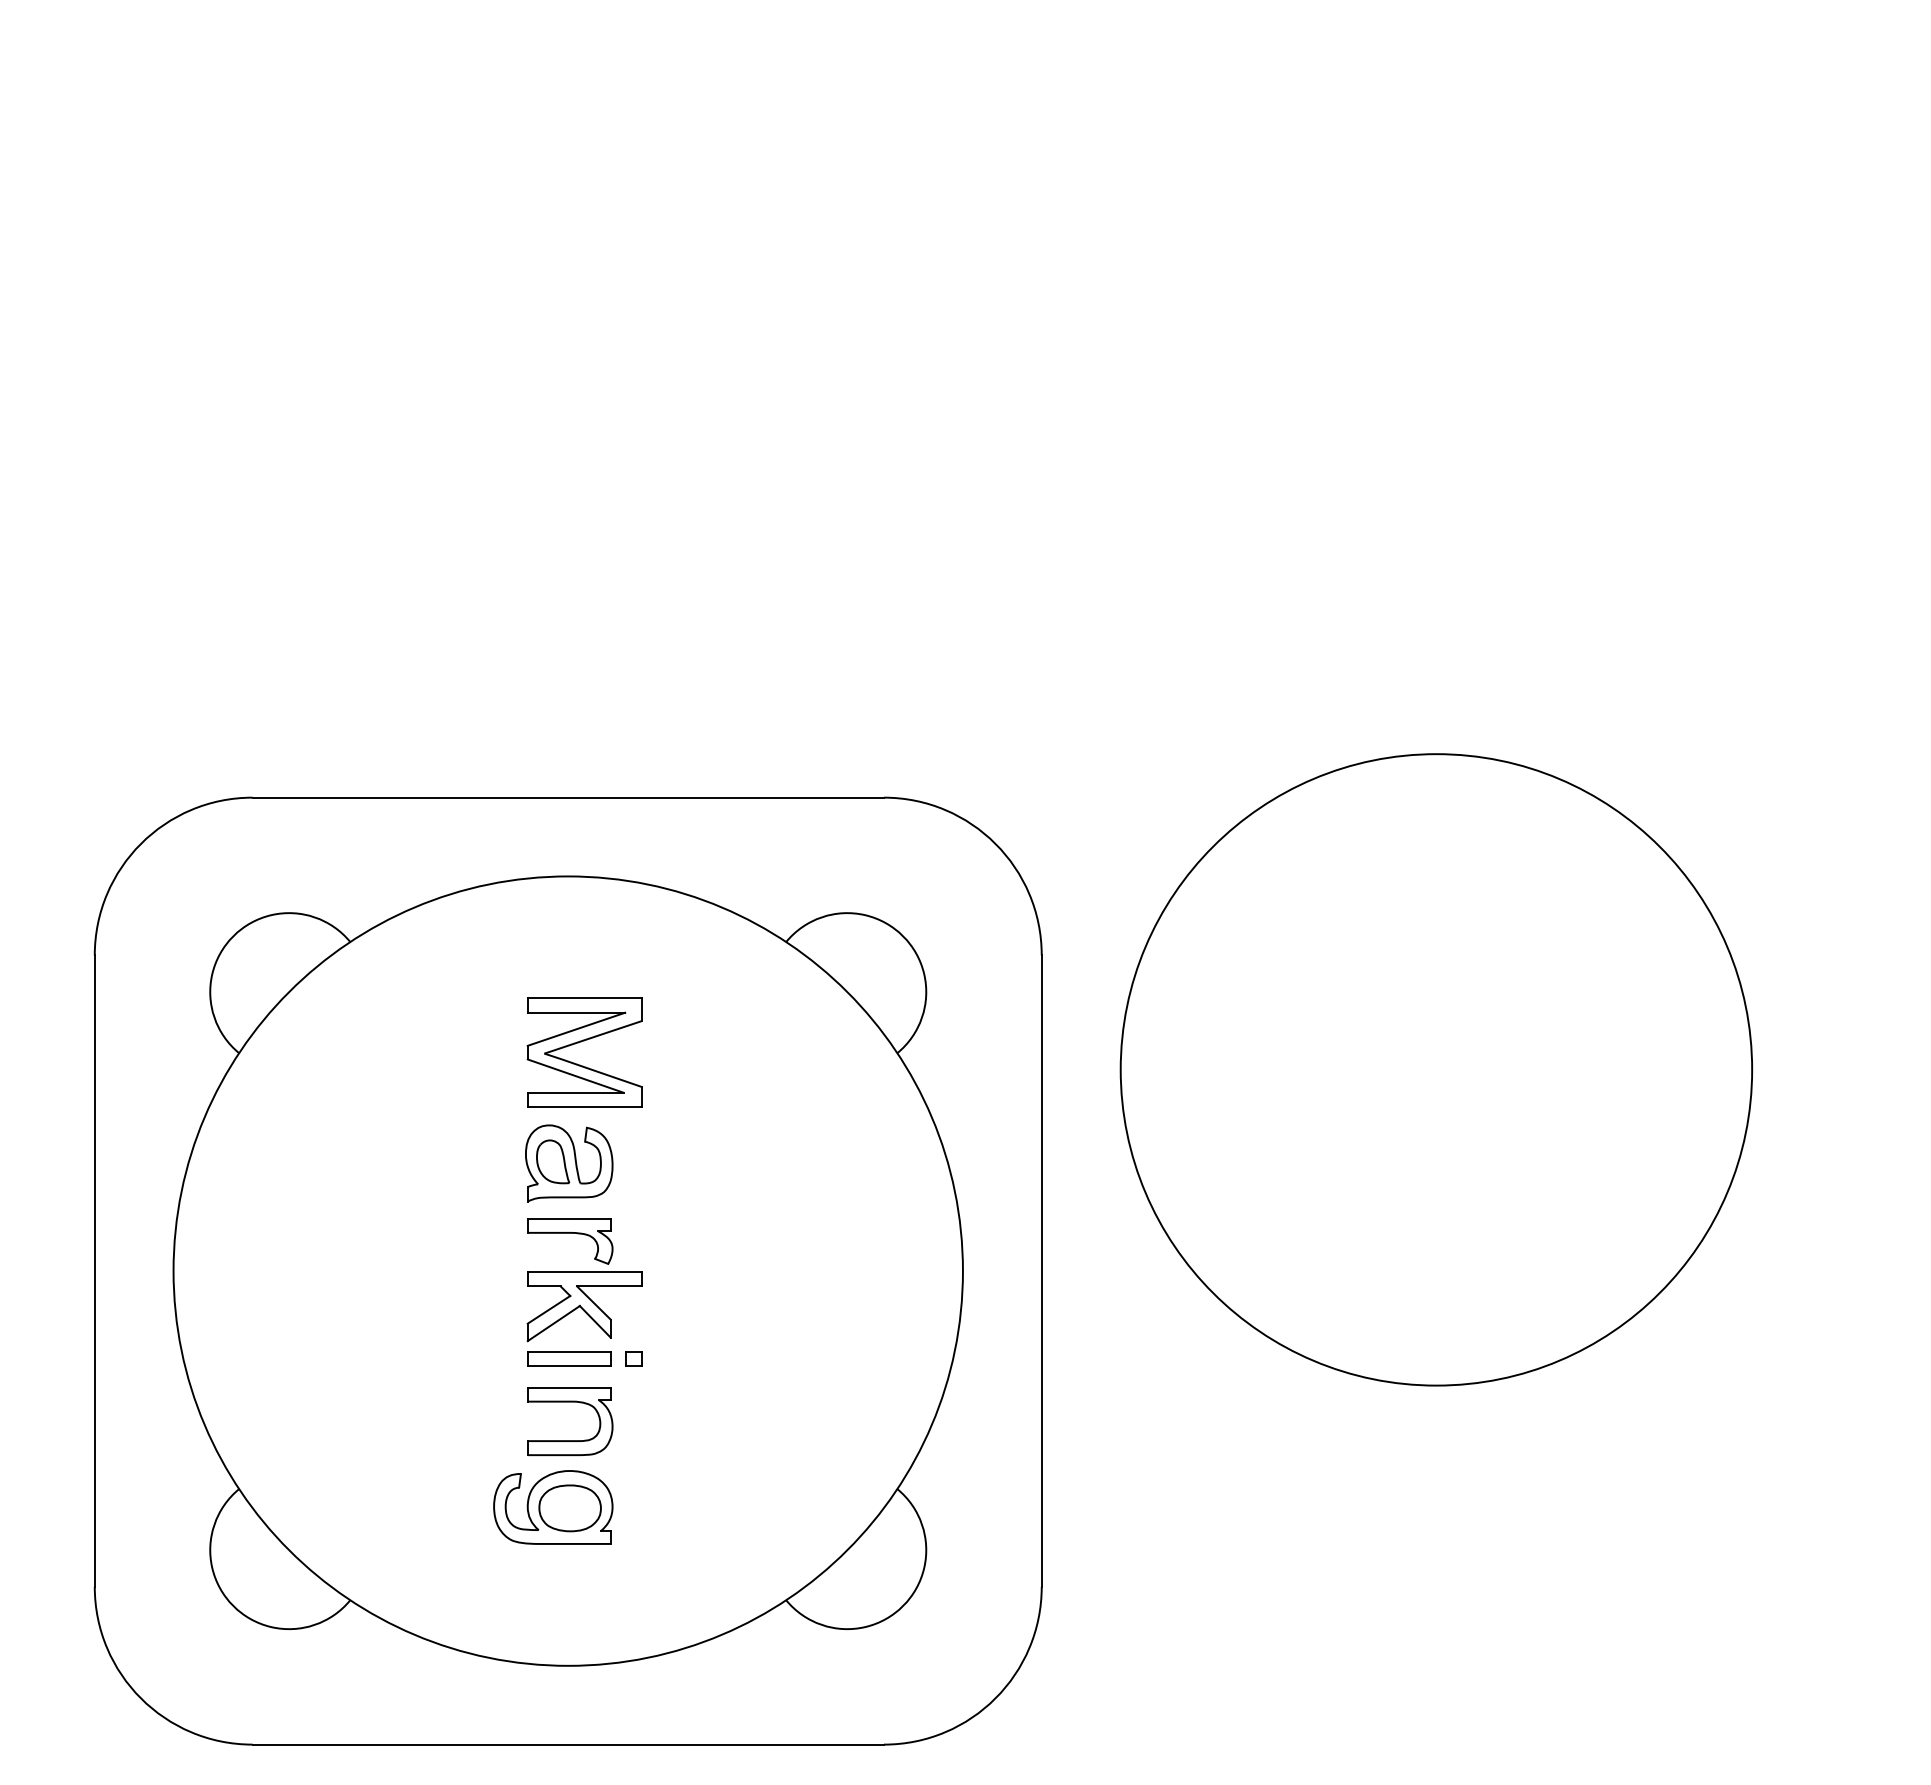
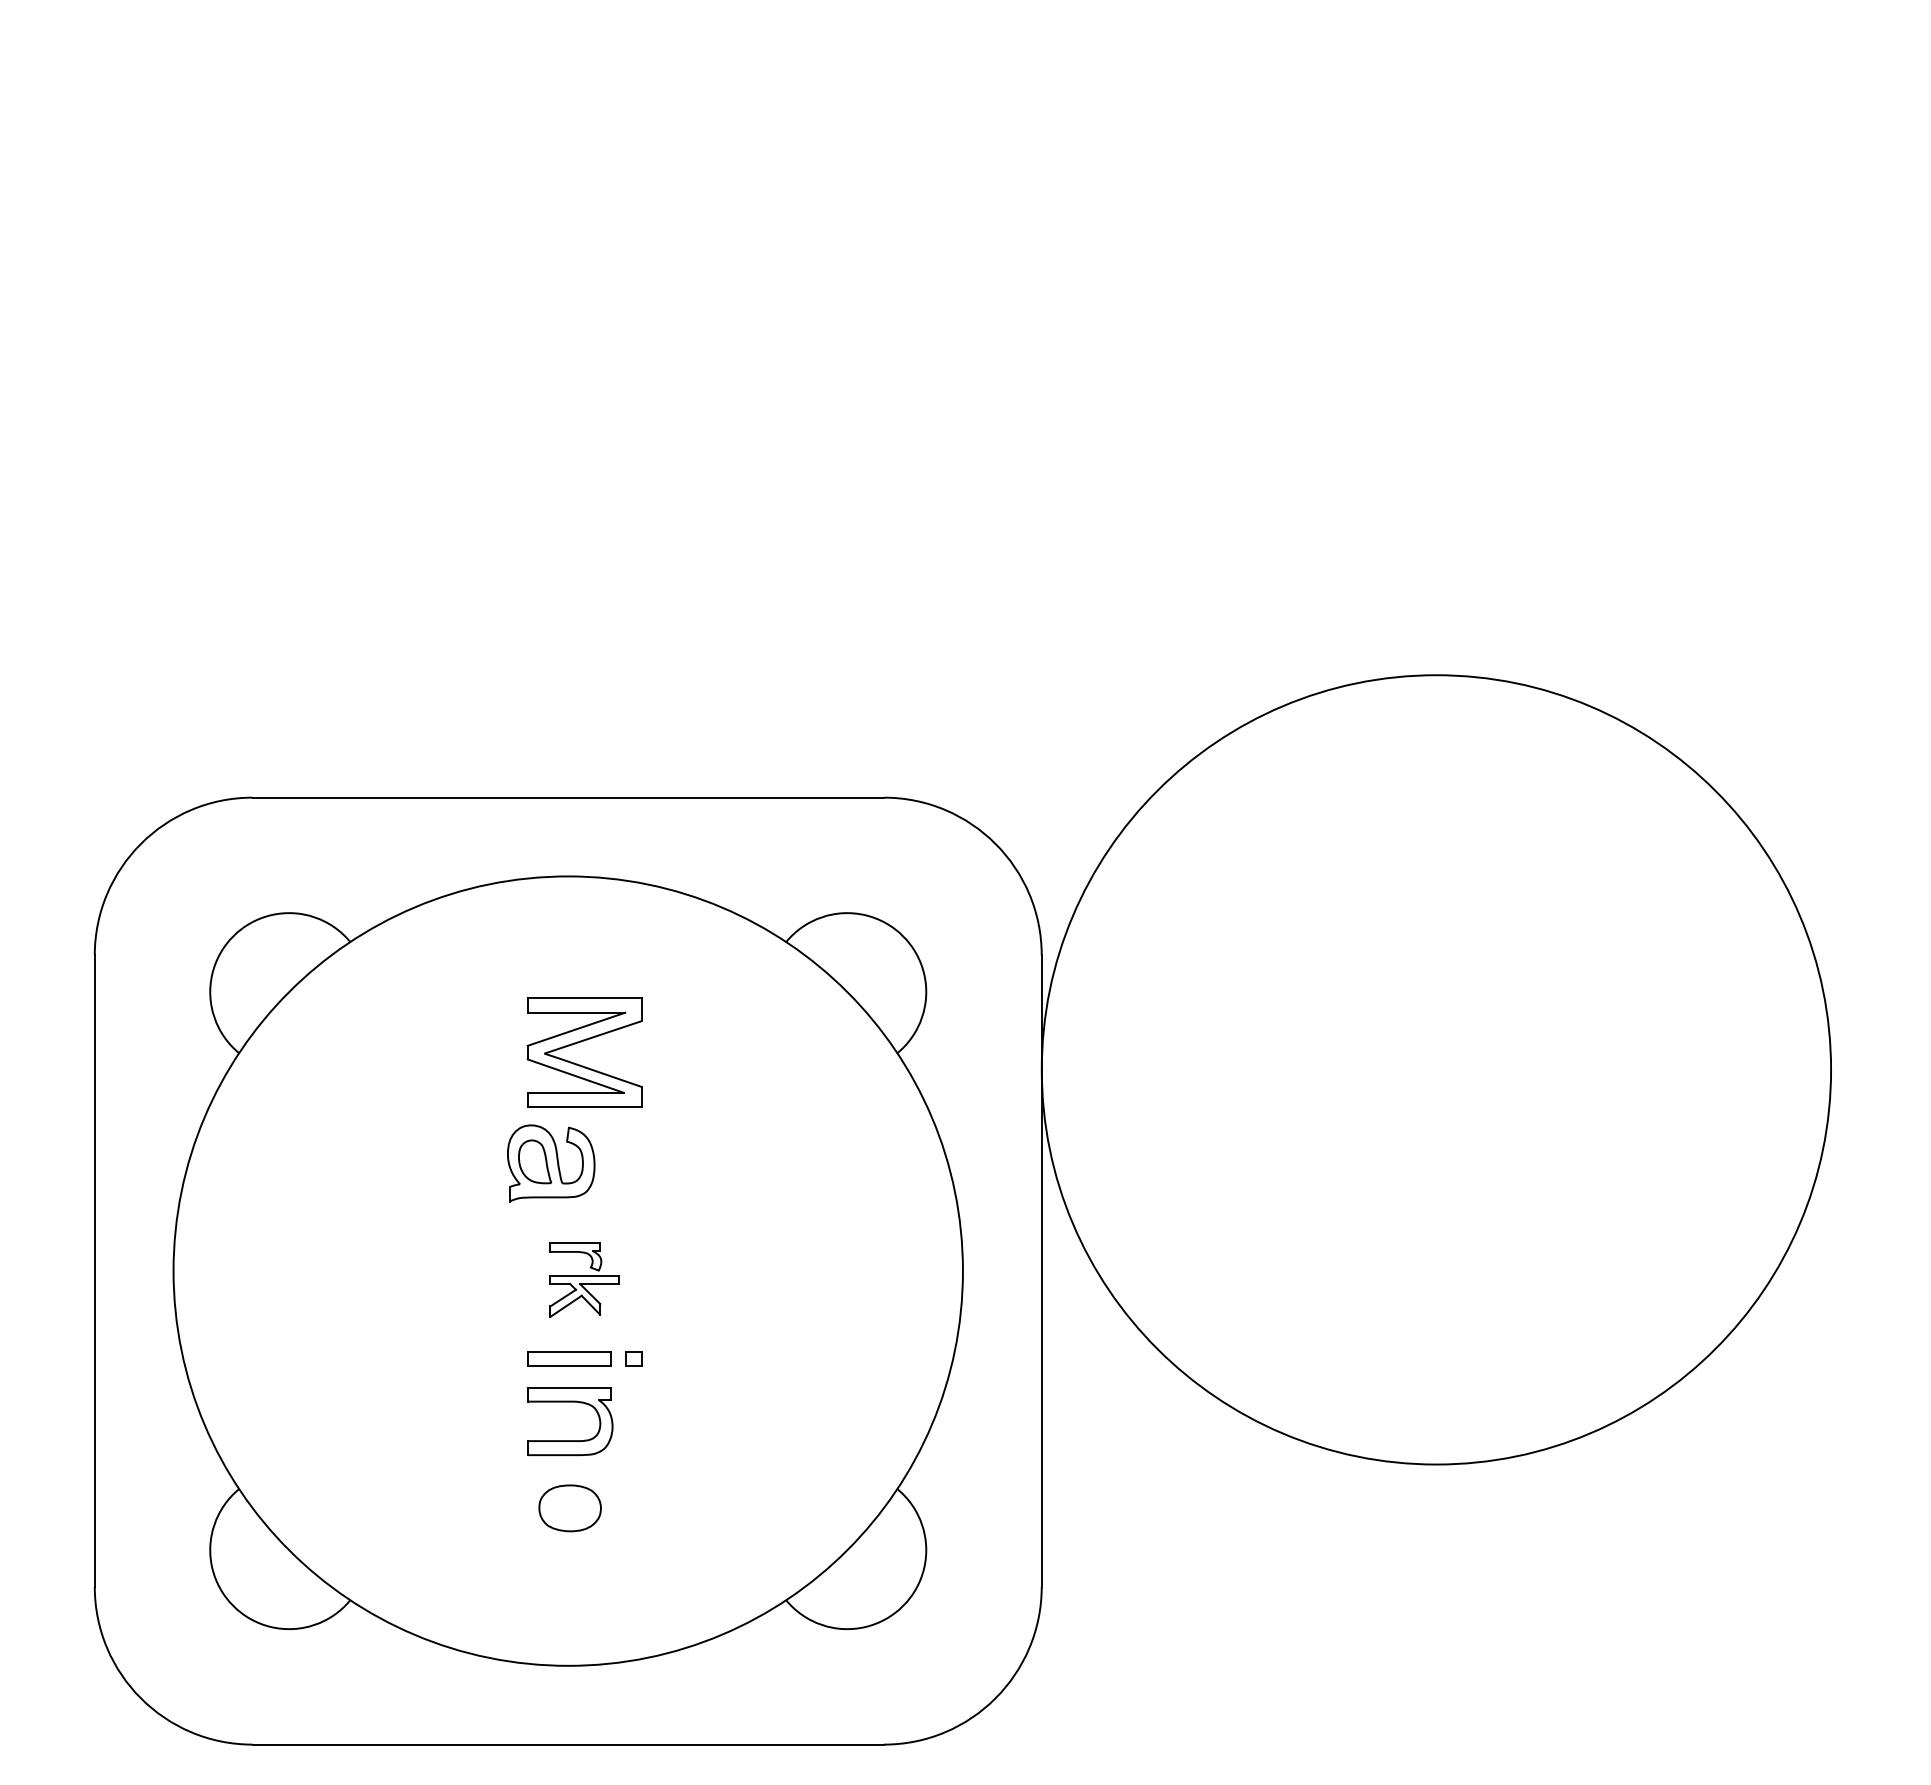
circle at (1436, 1069) diameter: 631 px -> 789 px
part at (569, 1163) position: (569, 1163) -> (551, 1163)
part at (584, 1280) size: 117x125 px -> 71x76 px
part at (553, 1507): present -> none
